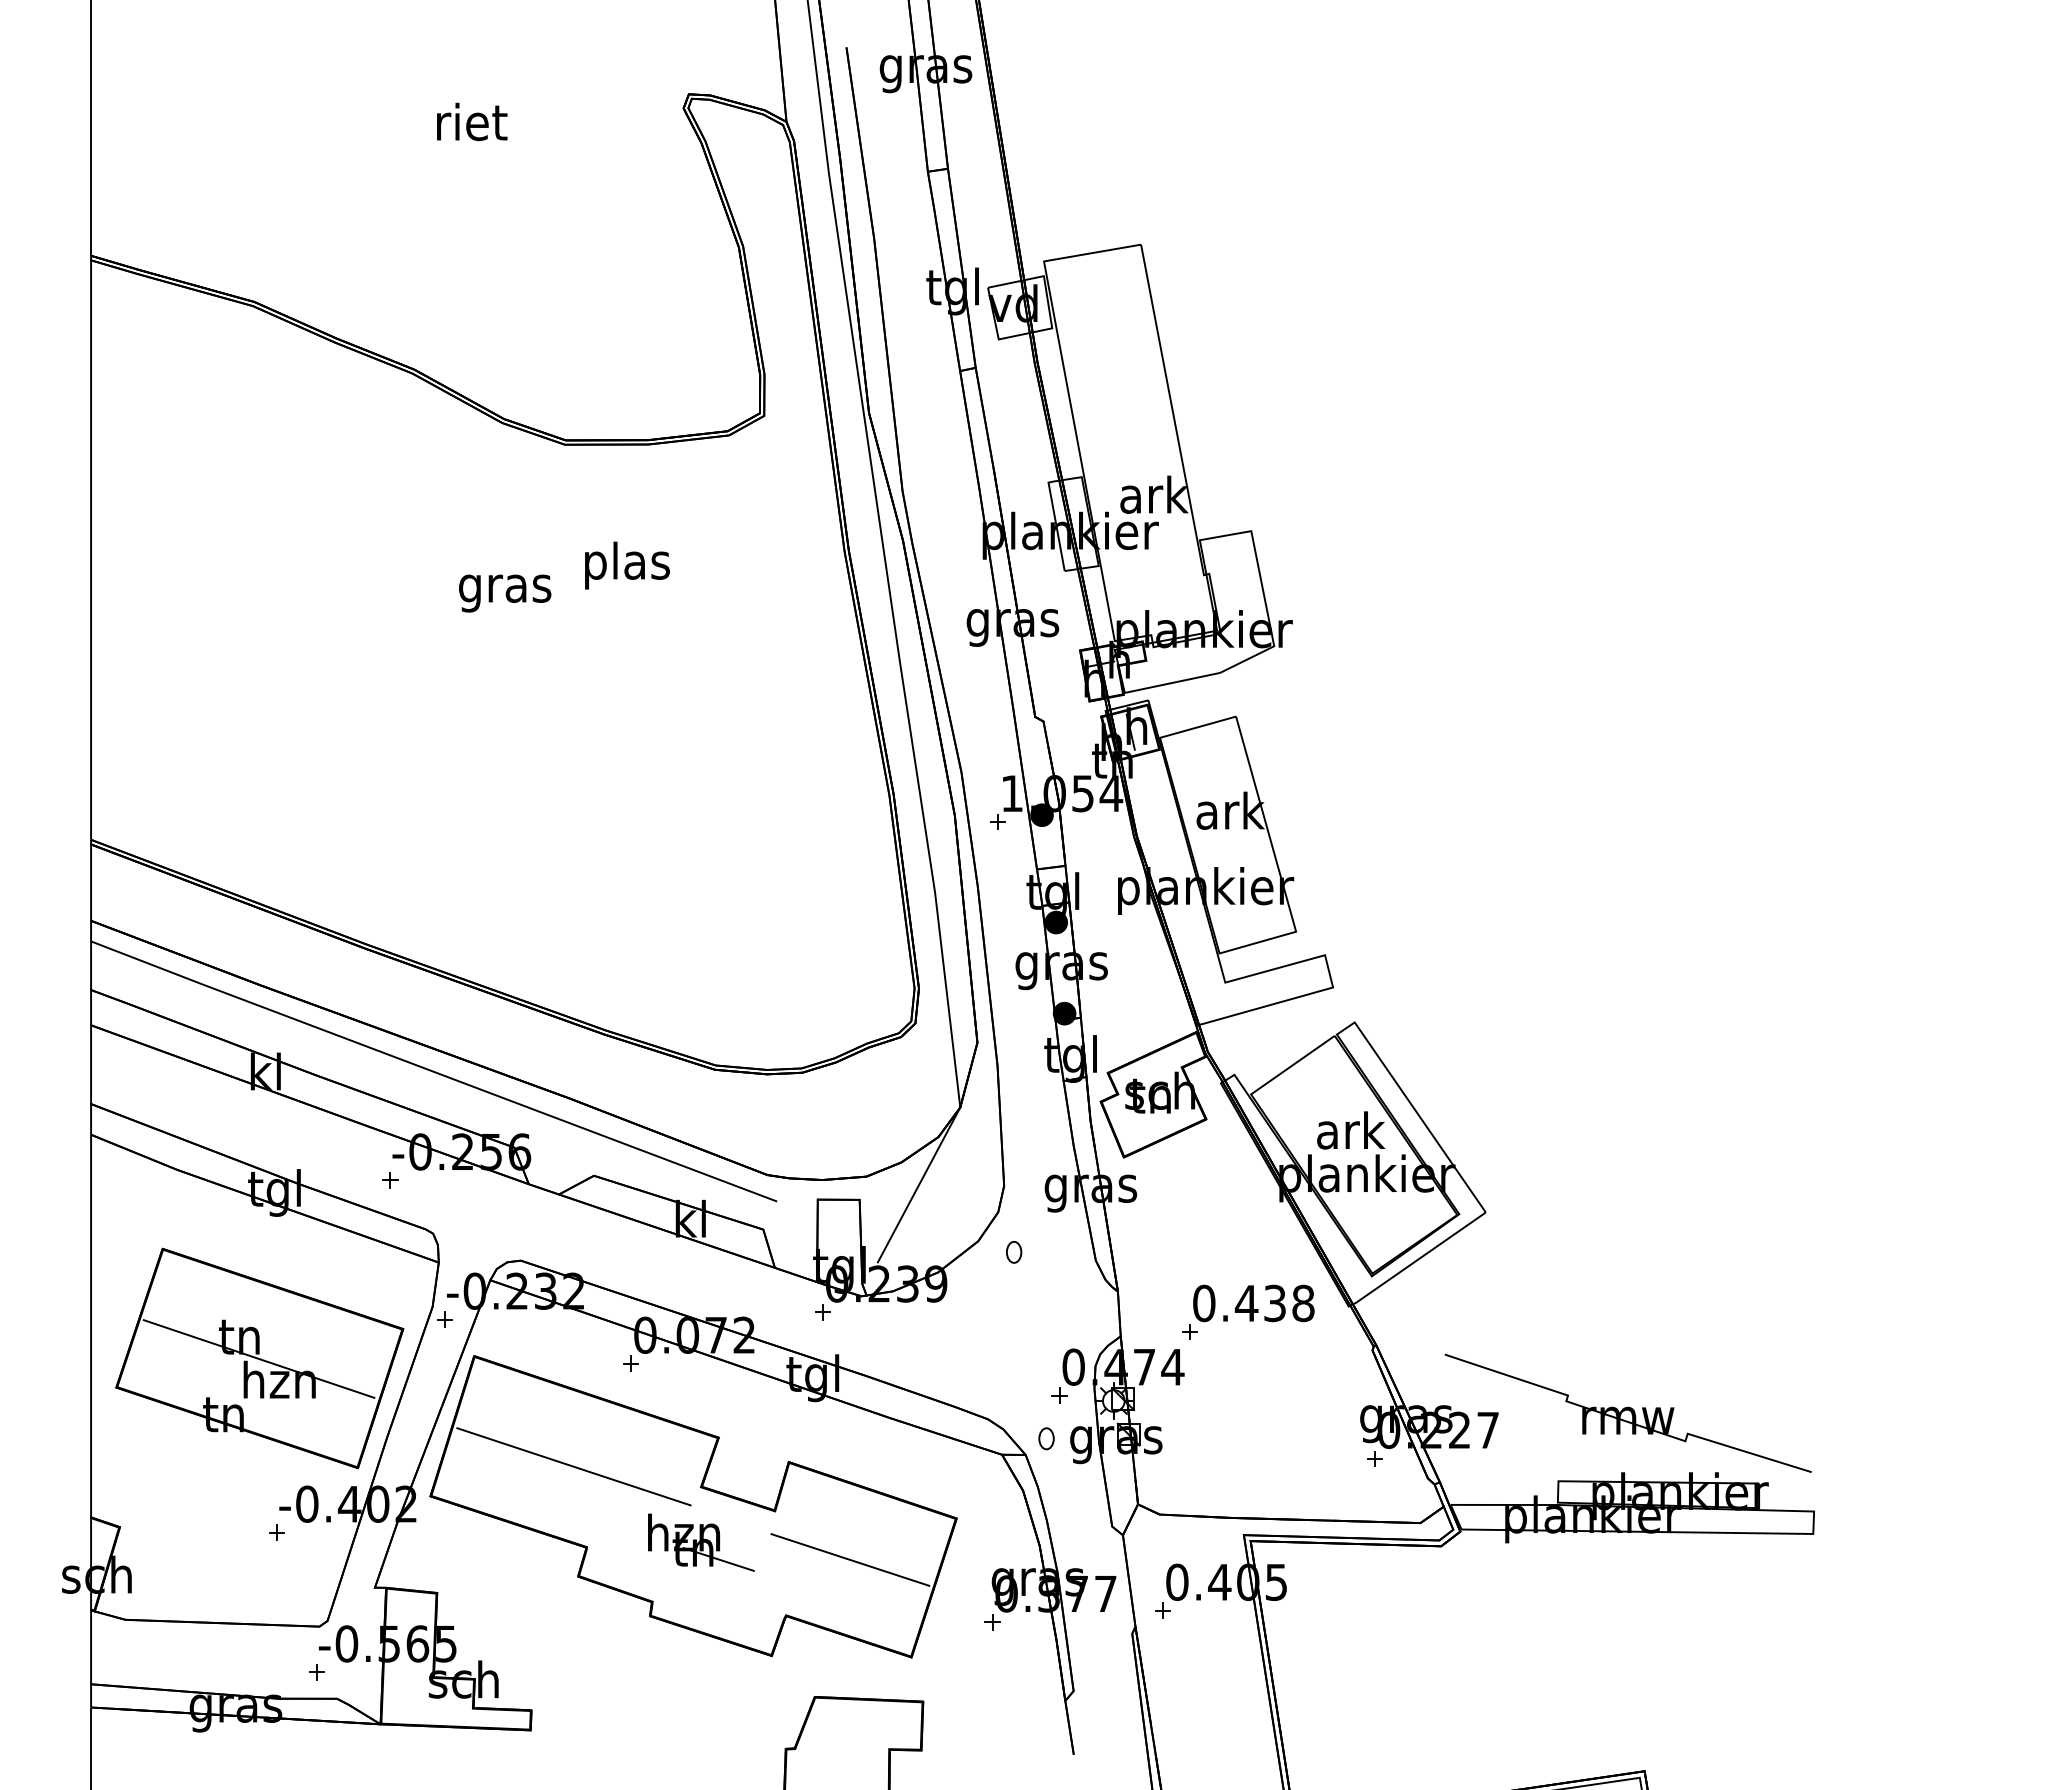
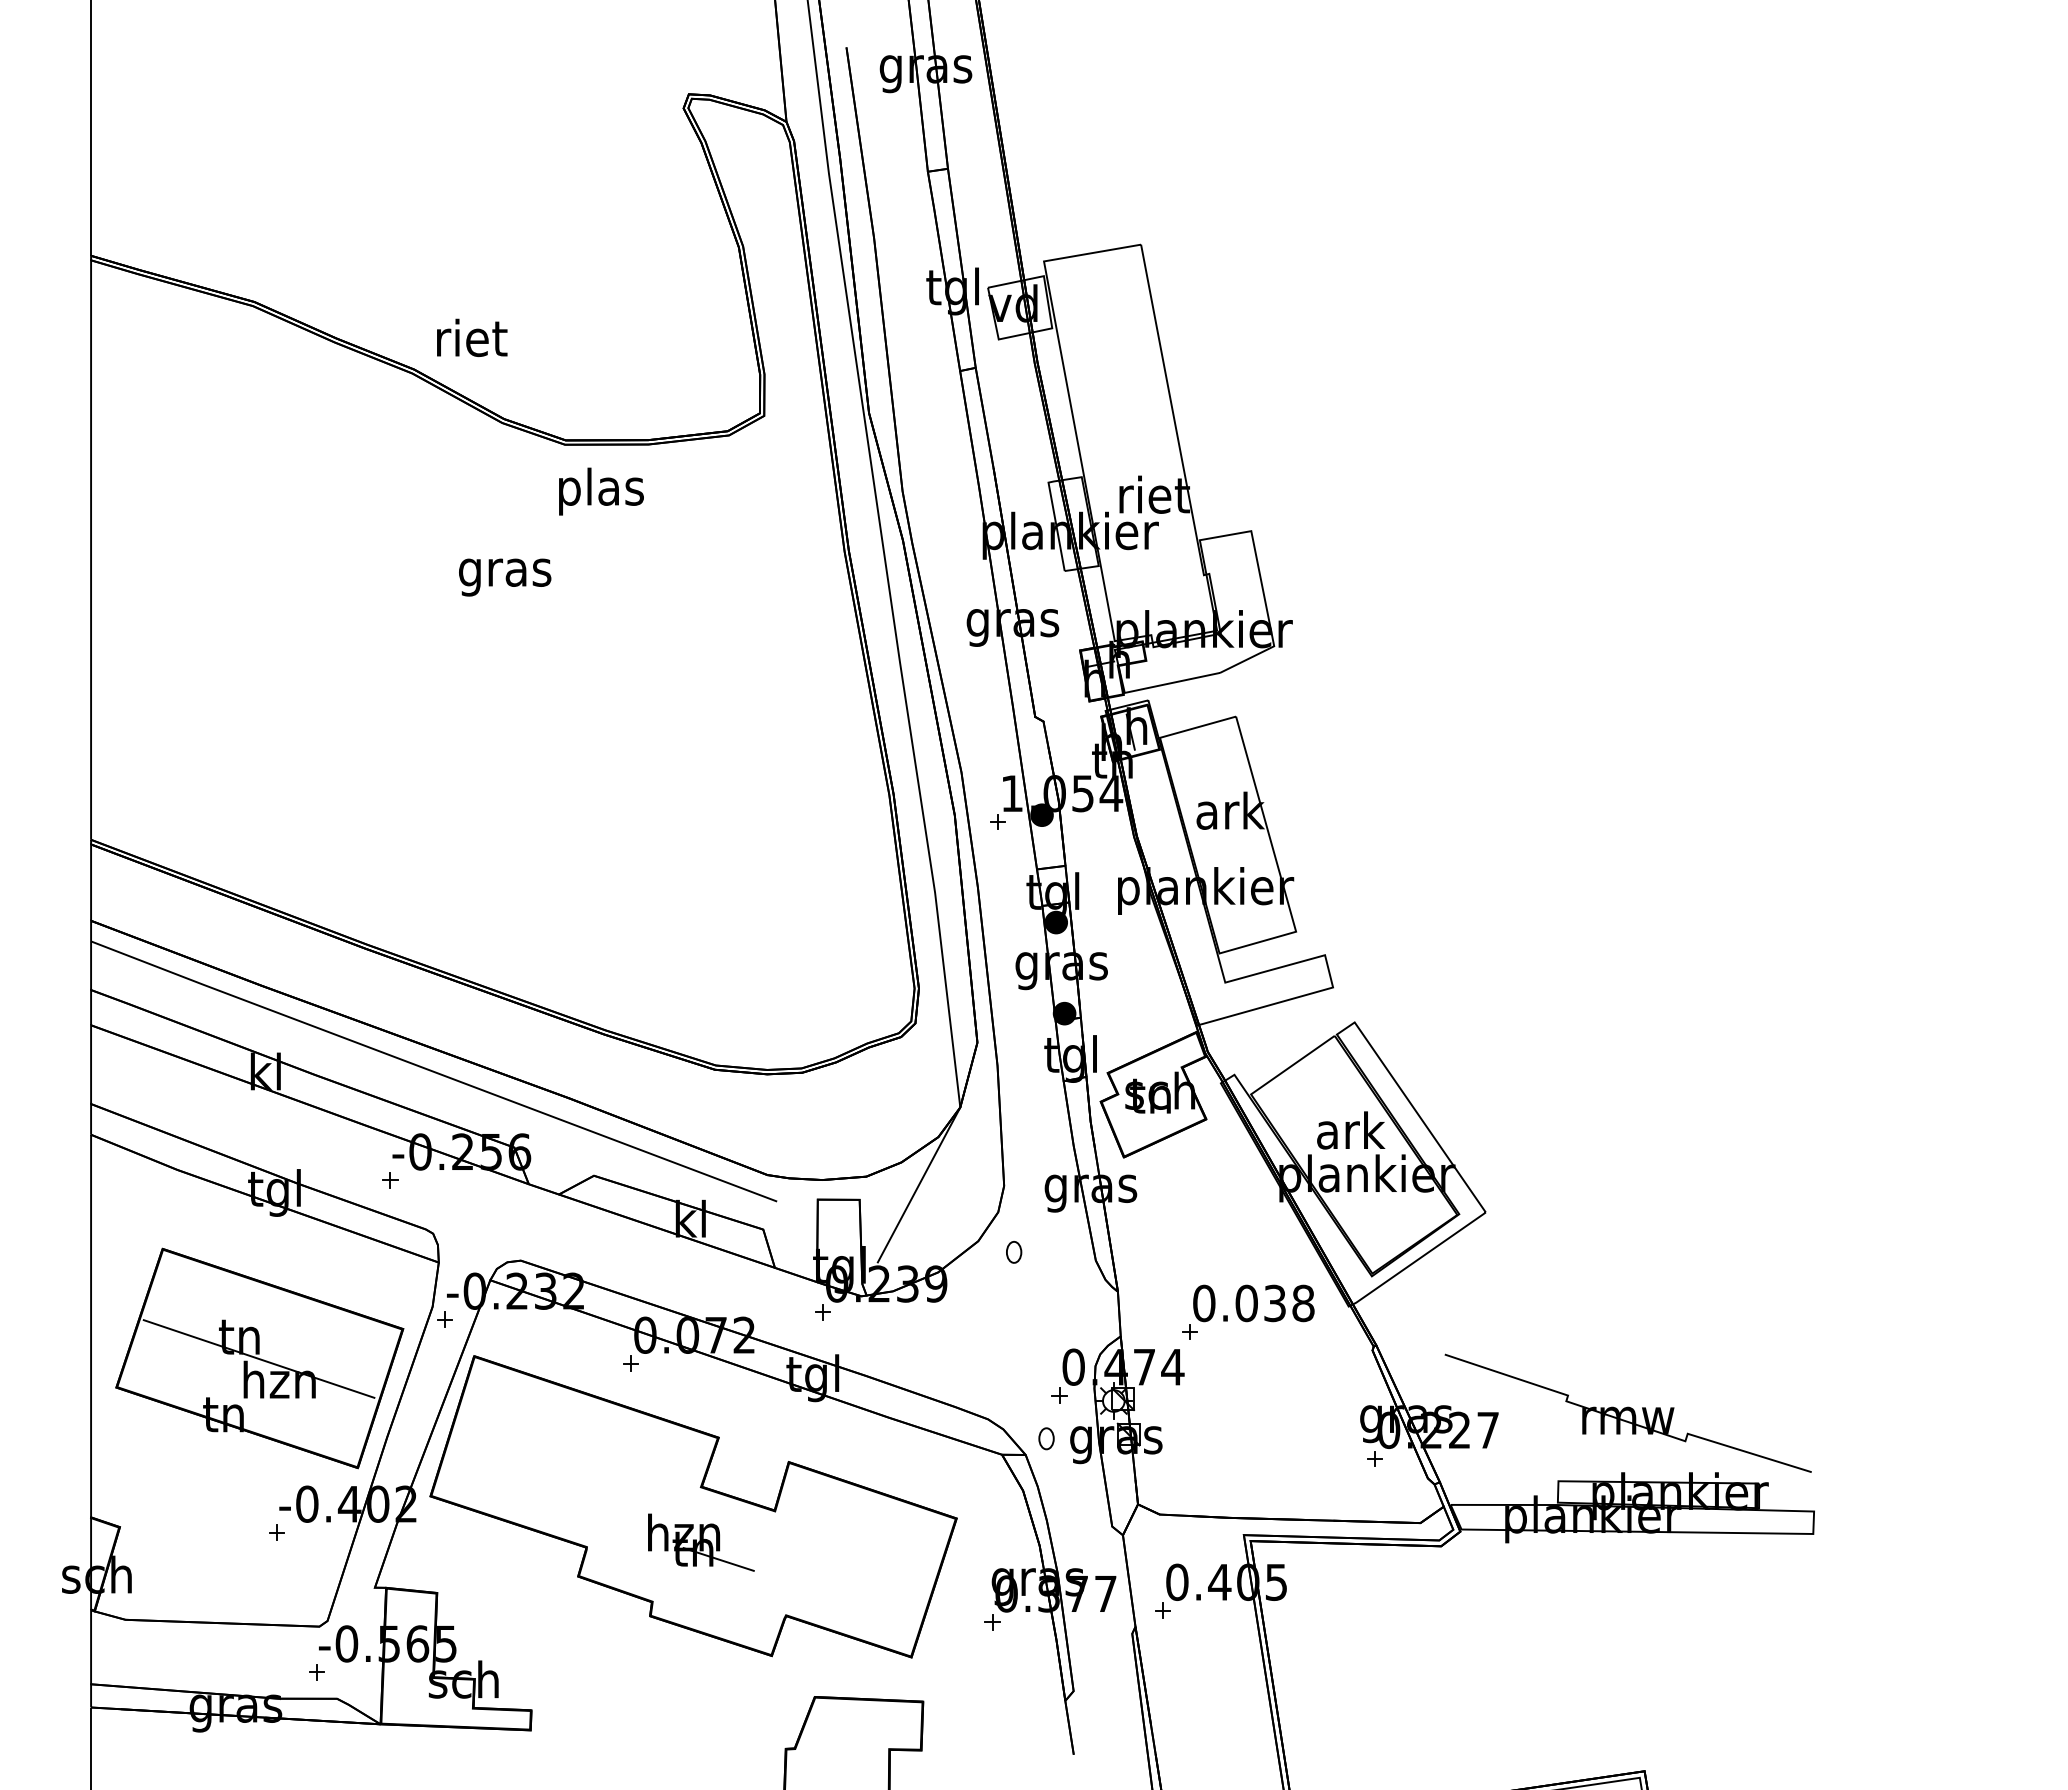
text at (472, 121) position: (472, 121) -> (472, 337)
text at (1154, 494): ark -> riet
text at (627, 565) position: (627, 565) -> (601, 491)
text at (505, 593) position: (505, 593) -> (505, 577)
text at (1246, 1303): 0.438 -> 0.038
line at (573, 1466): present -> none
line at (850, 1559): present -> none
